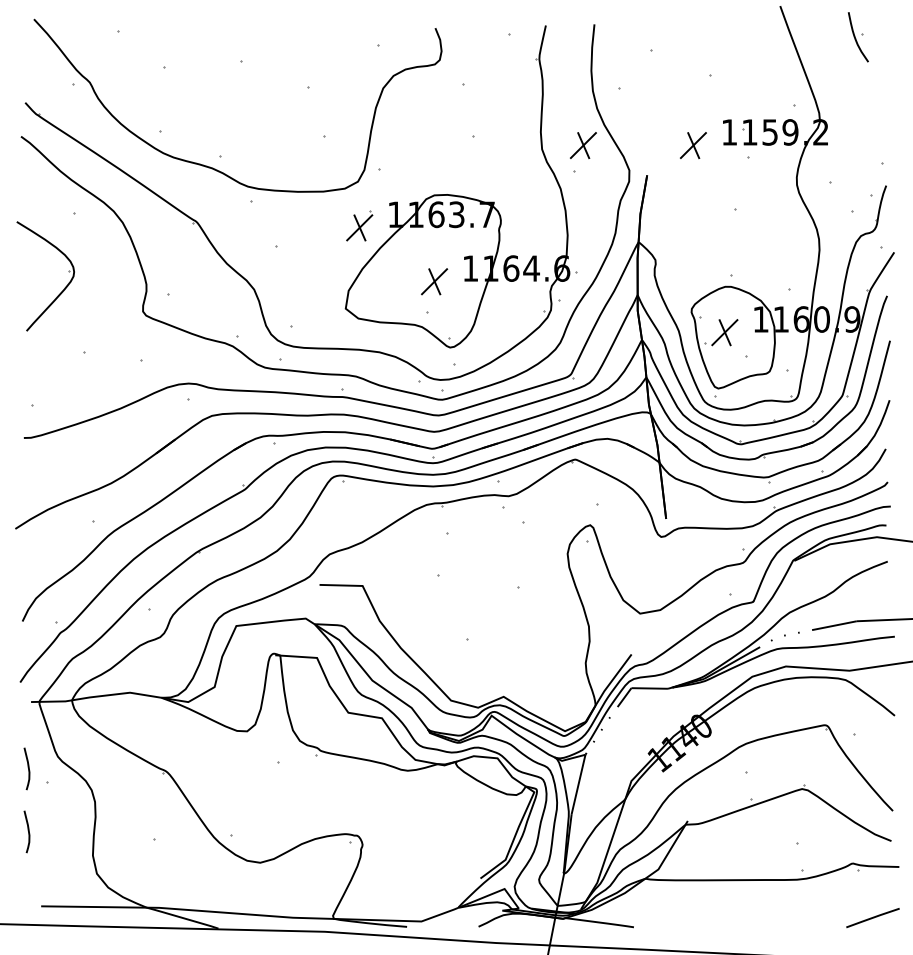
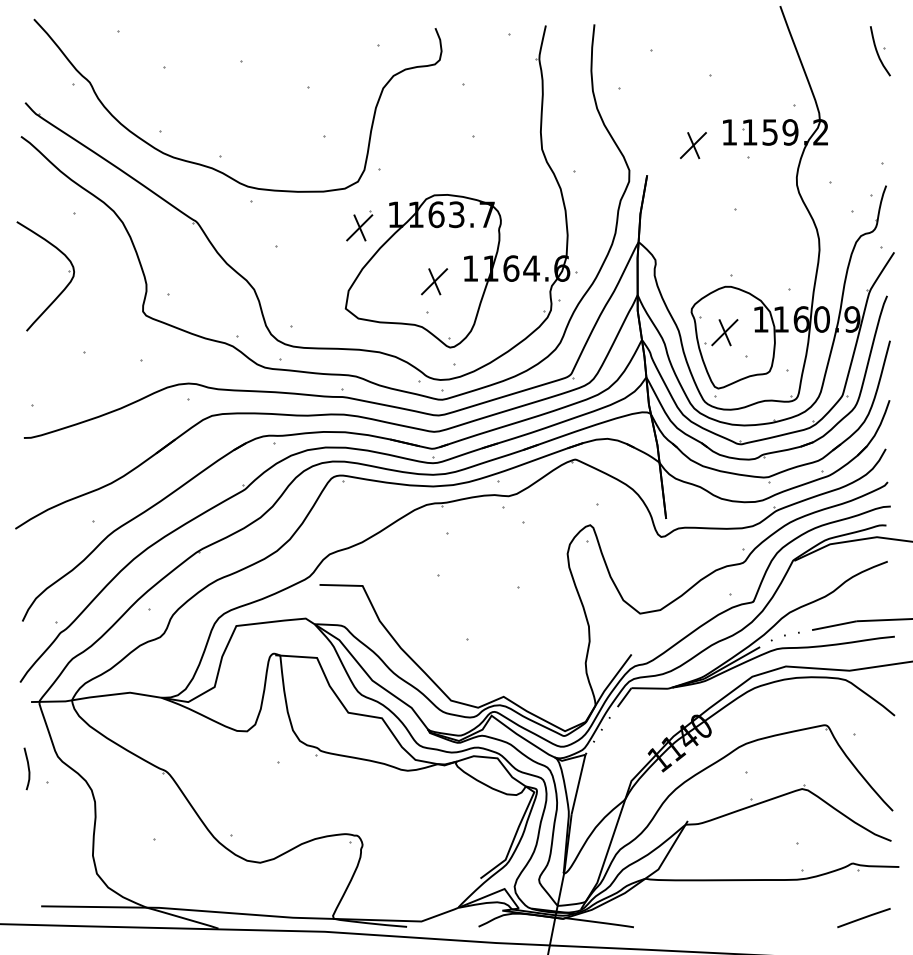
part at (857, 37) position: (857, 37) -> (879, 51)
part at (583, 145): present -> none
curve at (27, 830): present -> none
line at (872, 918) position: (872, 918) -> (863, 918)
